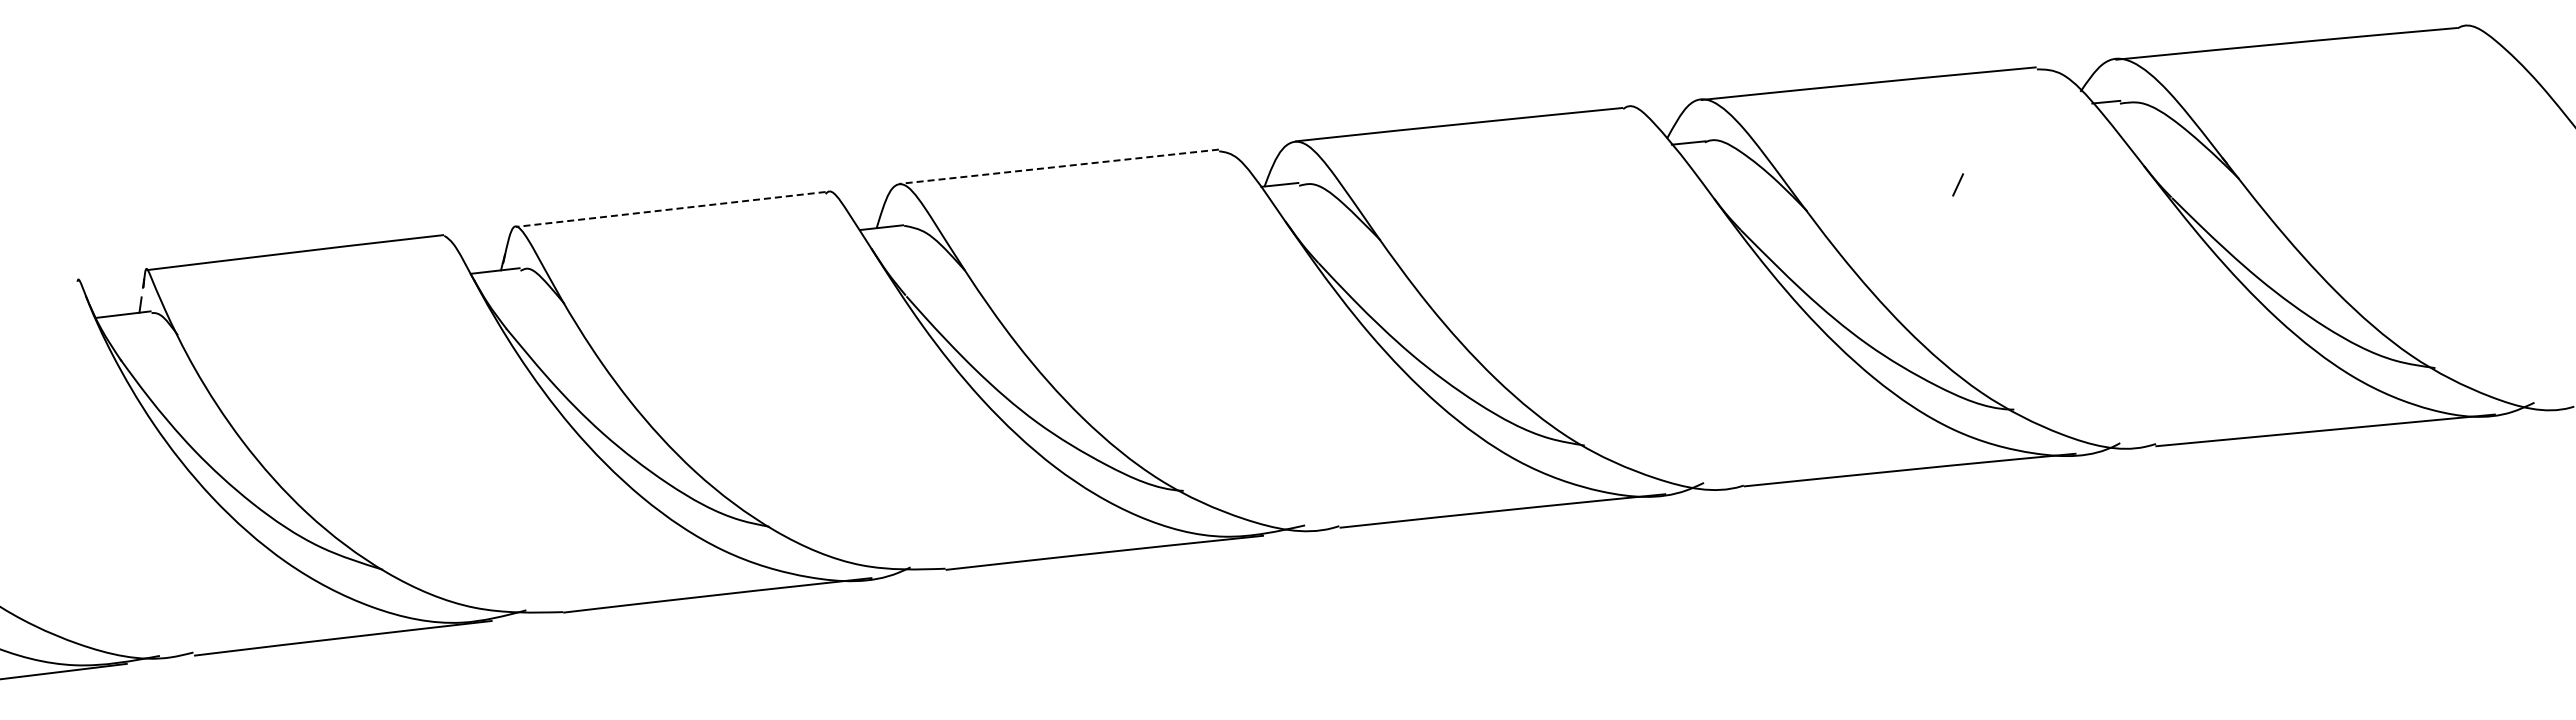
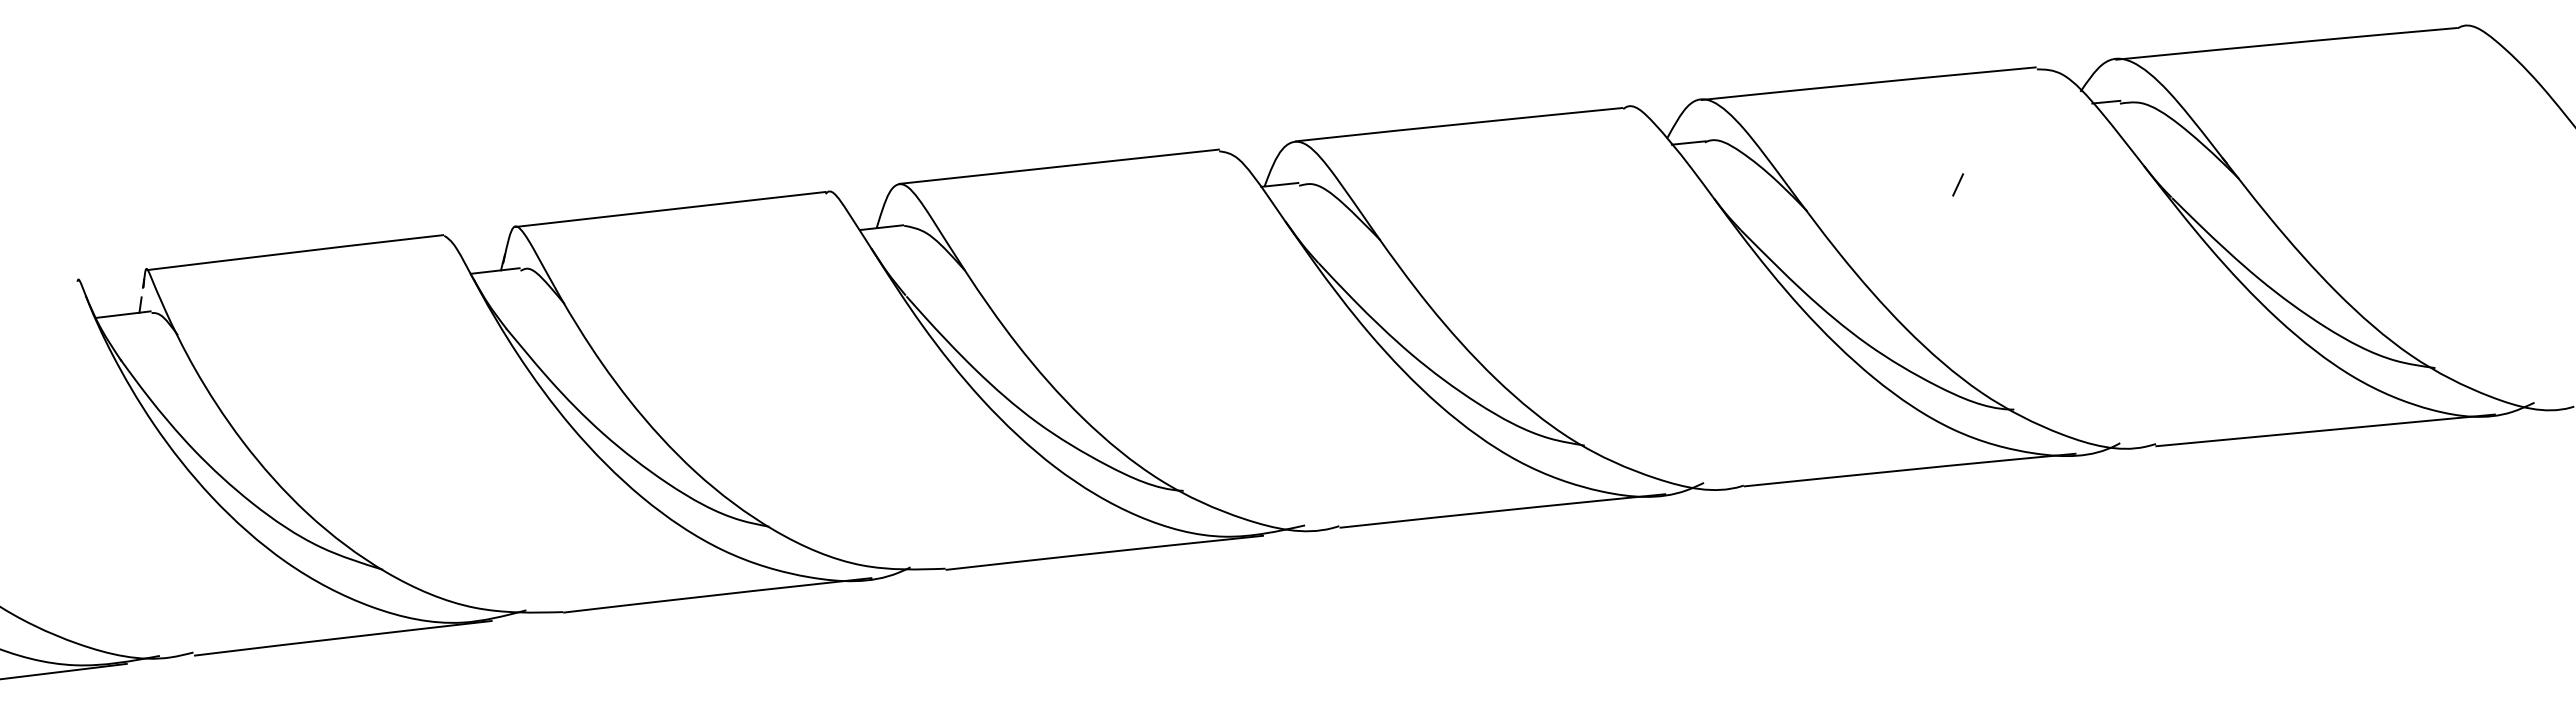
line at (1059, 166): dashed -> solid
line at (670, 209): dashed -> solid
